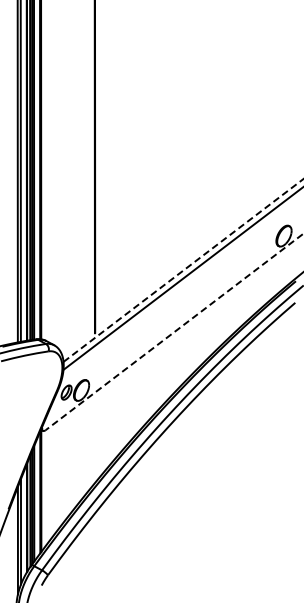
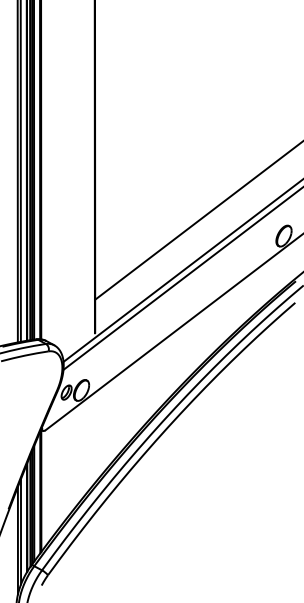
line at (197, 221): none -> present
line at (183, 270): dashed -> solid
line at (174, 332): dashed -> solid
